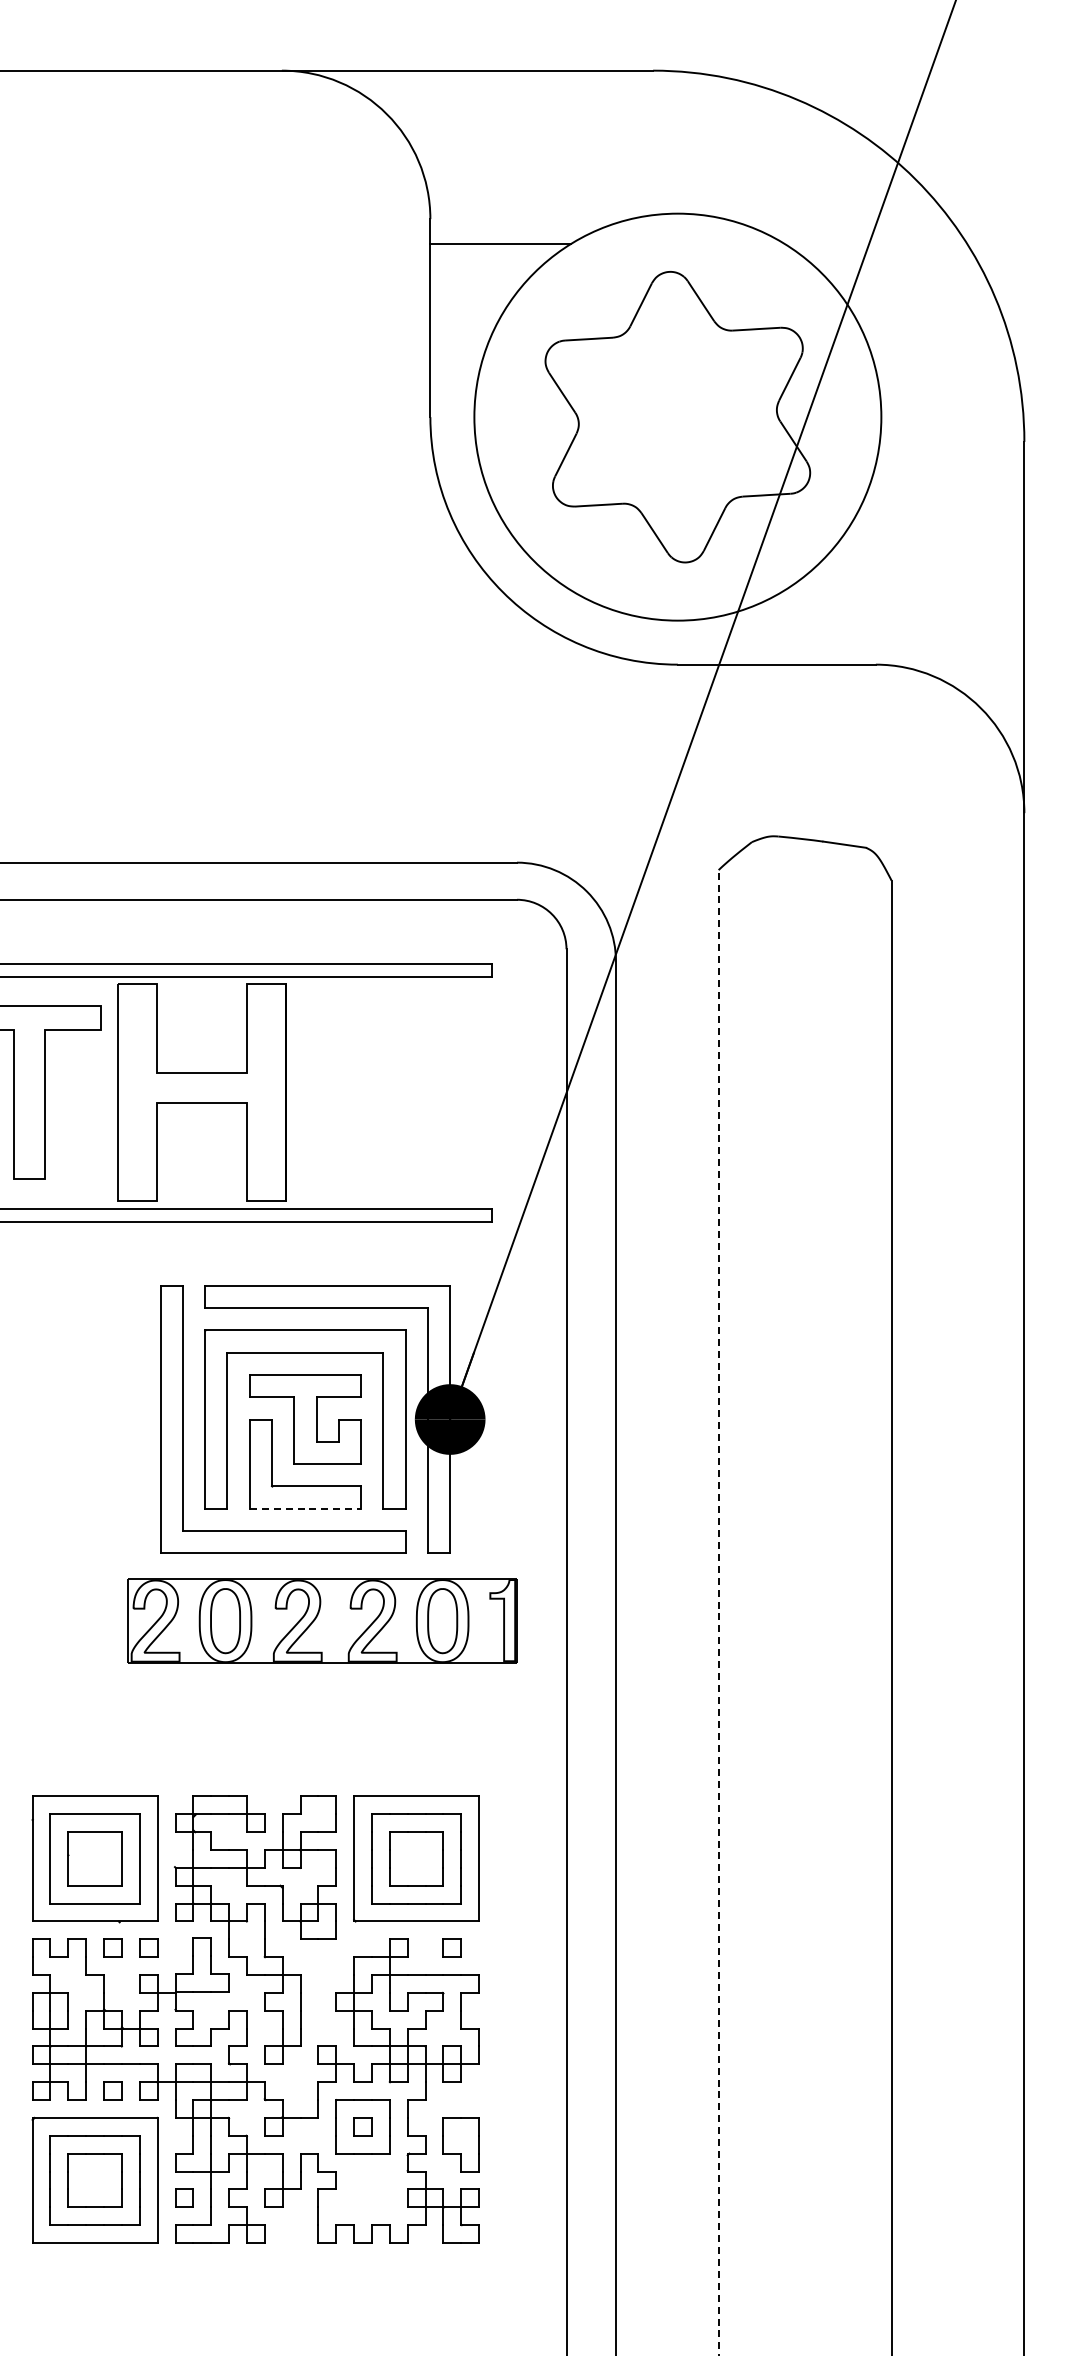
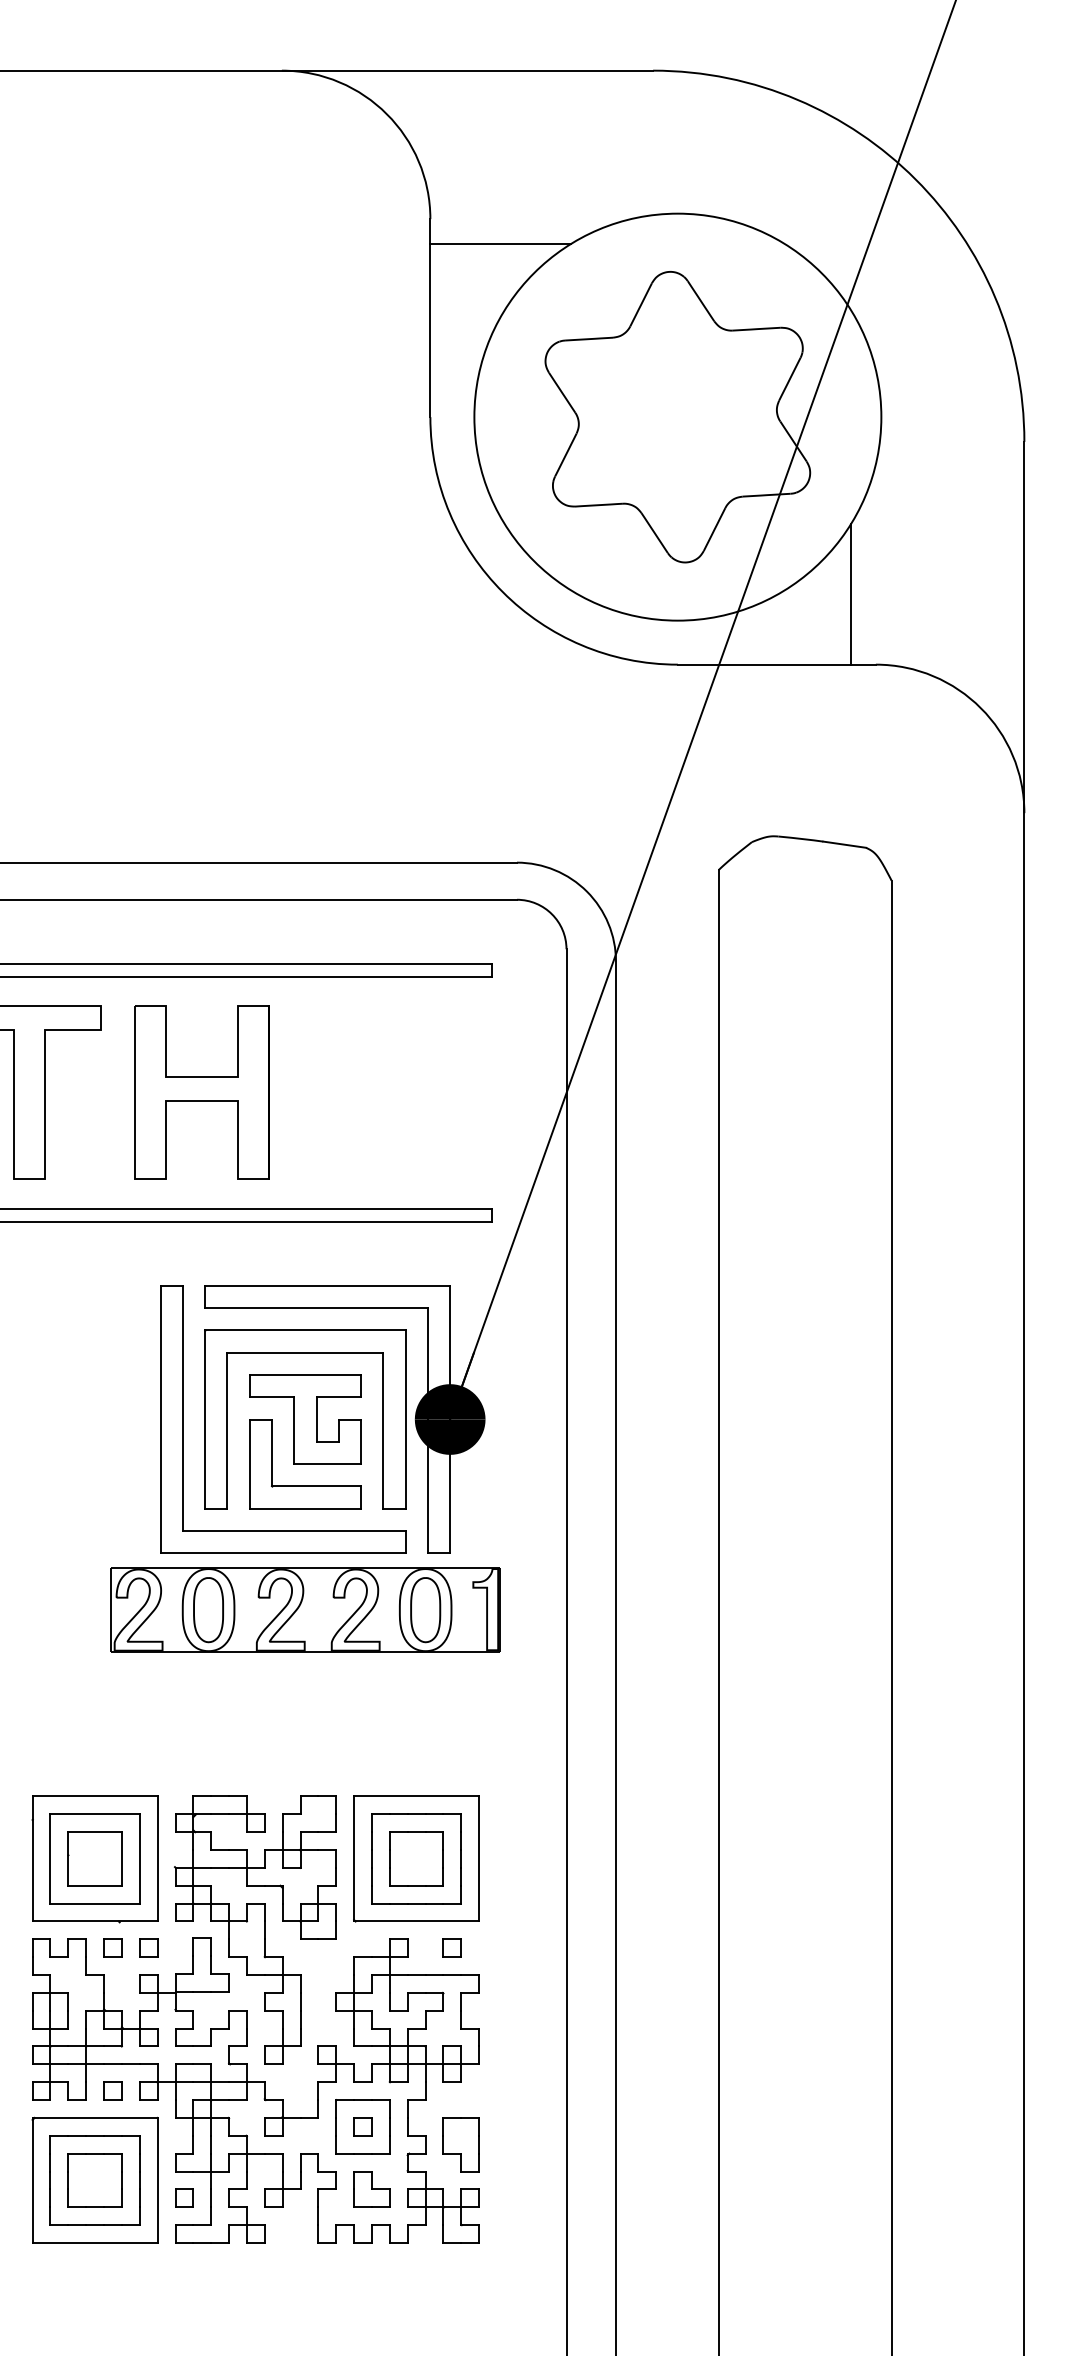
line at (851, 593): none -> present
part at (201, 1092) size: 170x219 px -> 136x175 px
line at (305, 1508): dashed -> solid
line at (718, 1612): dashed -> solid
part at (322, 1620) position: (322, 1620) -> (305, 1609)
part at (371, 2189): none -> present
